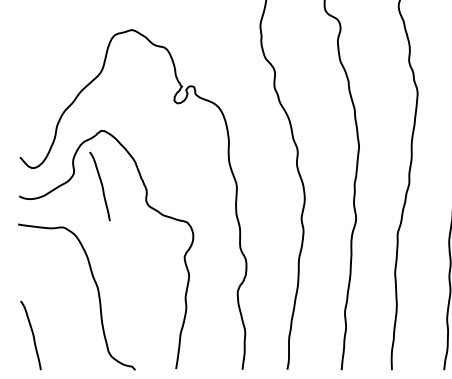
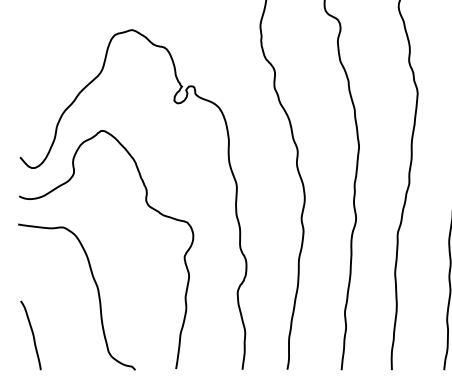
curve at (101, 186): present -> none
